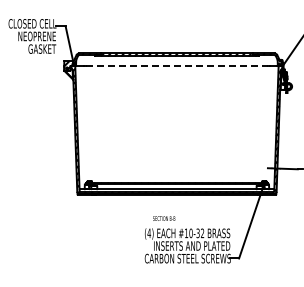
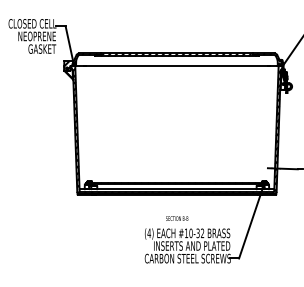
line at (177, 66): dashed -> solid
text at (164, 218) position: (164, 218) -> (177, 218)
